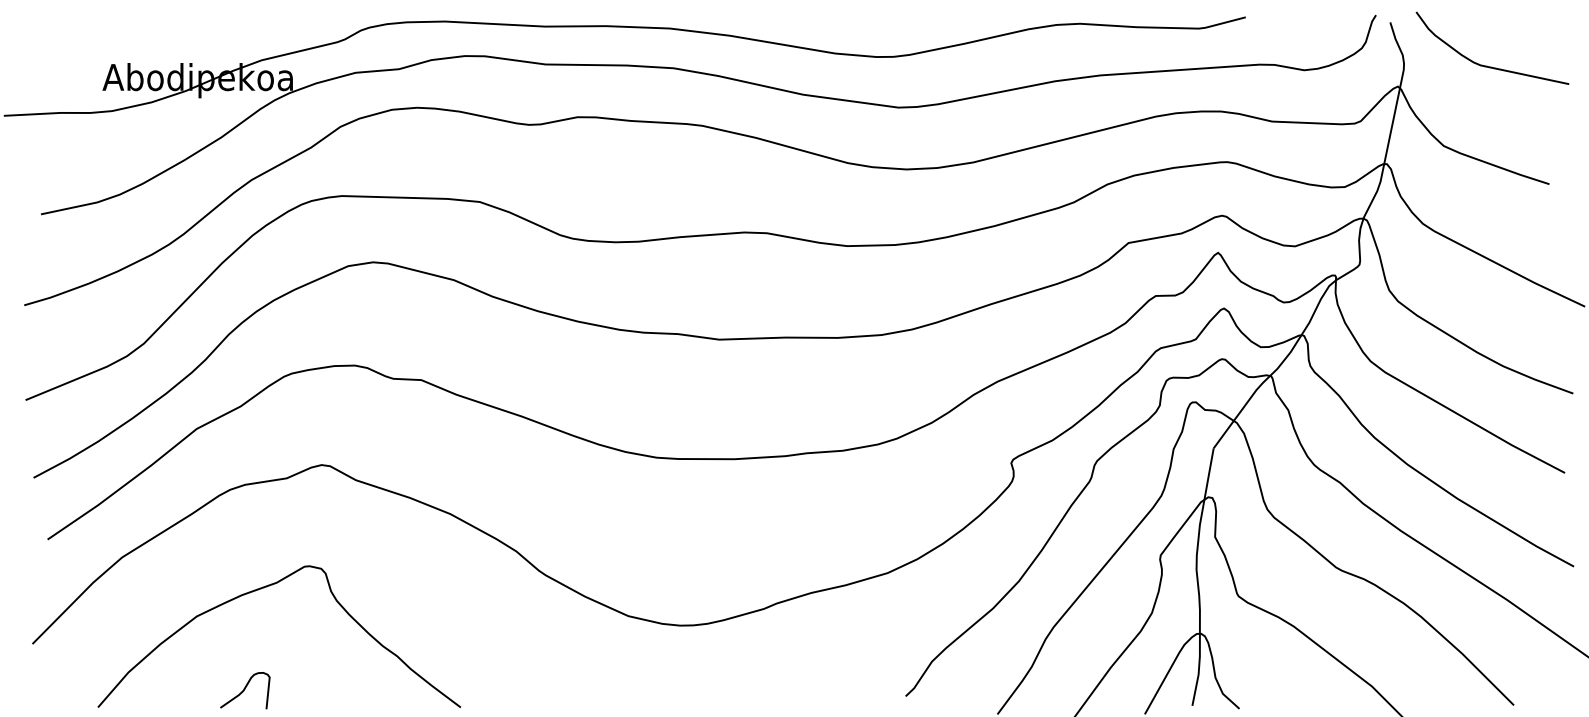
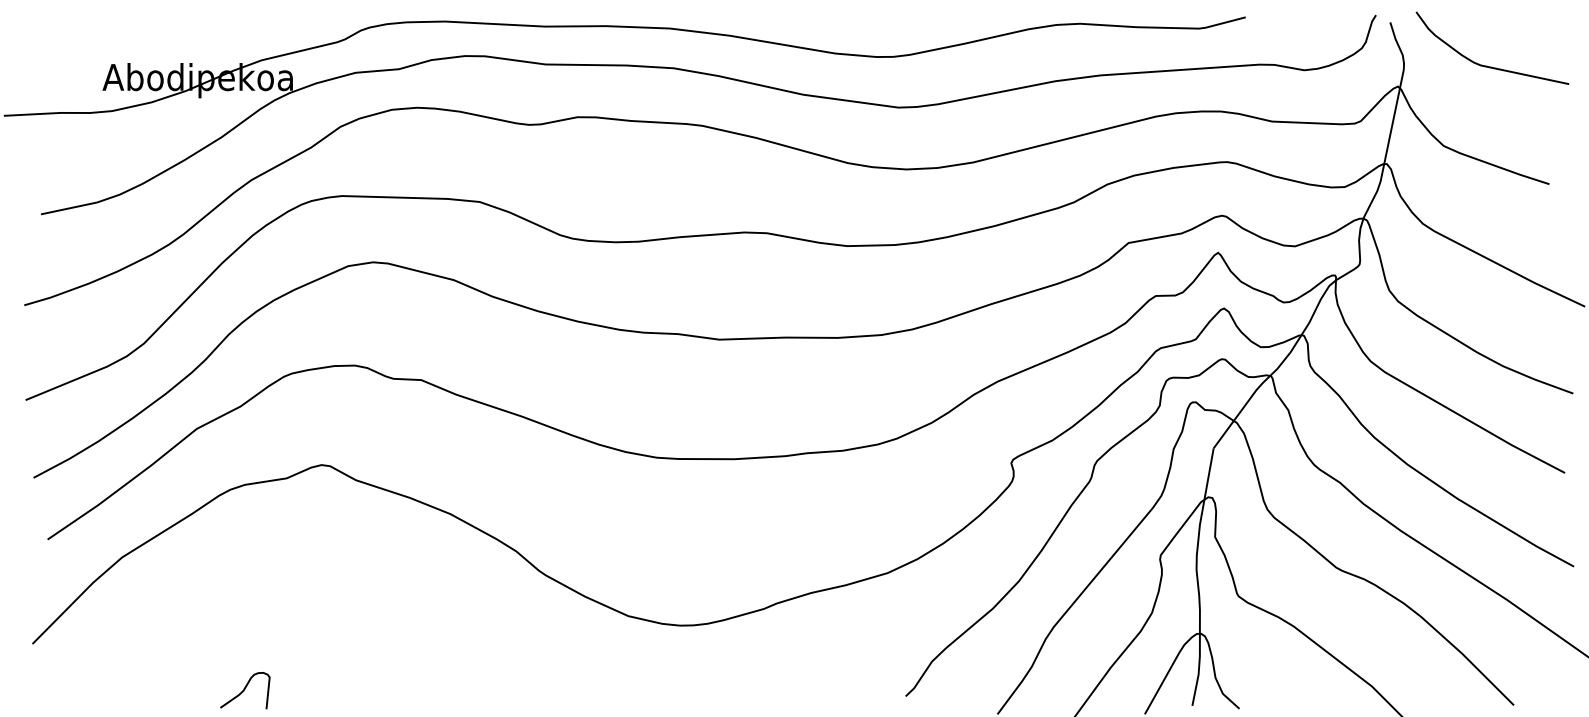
curve at (264, 588): present -> none
